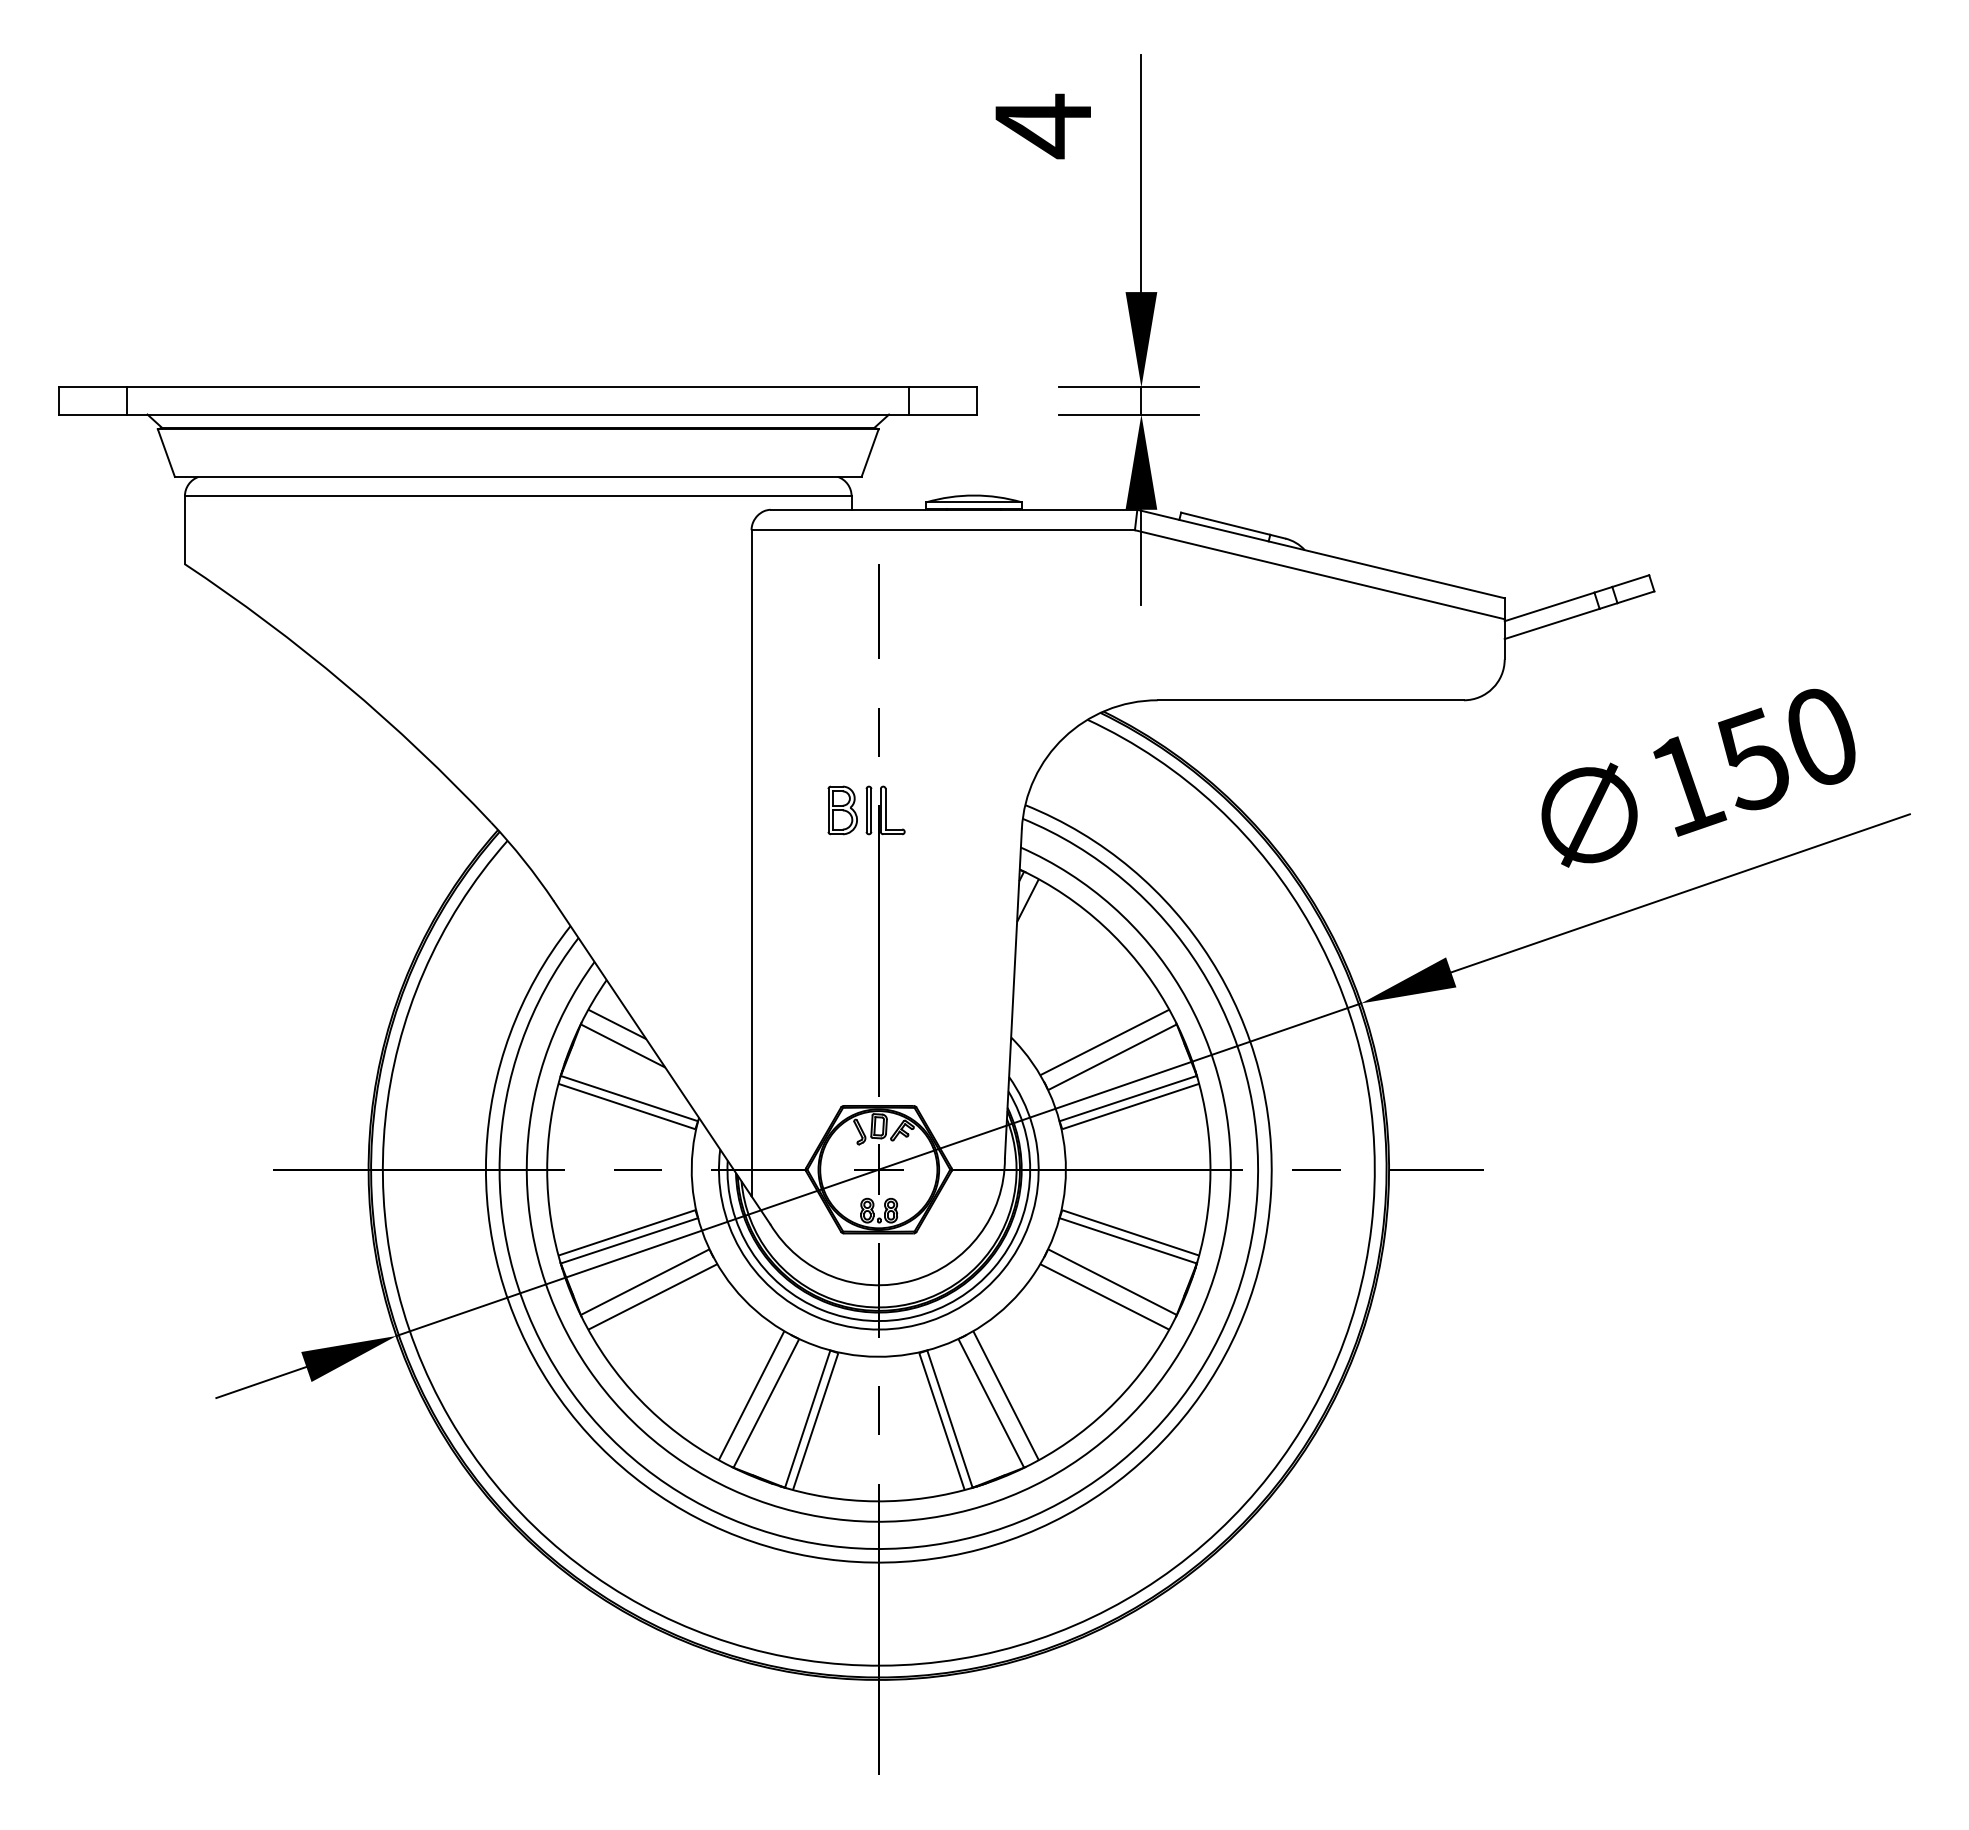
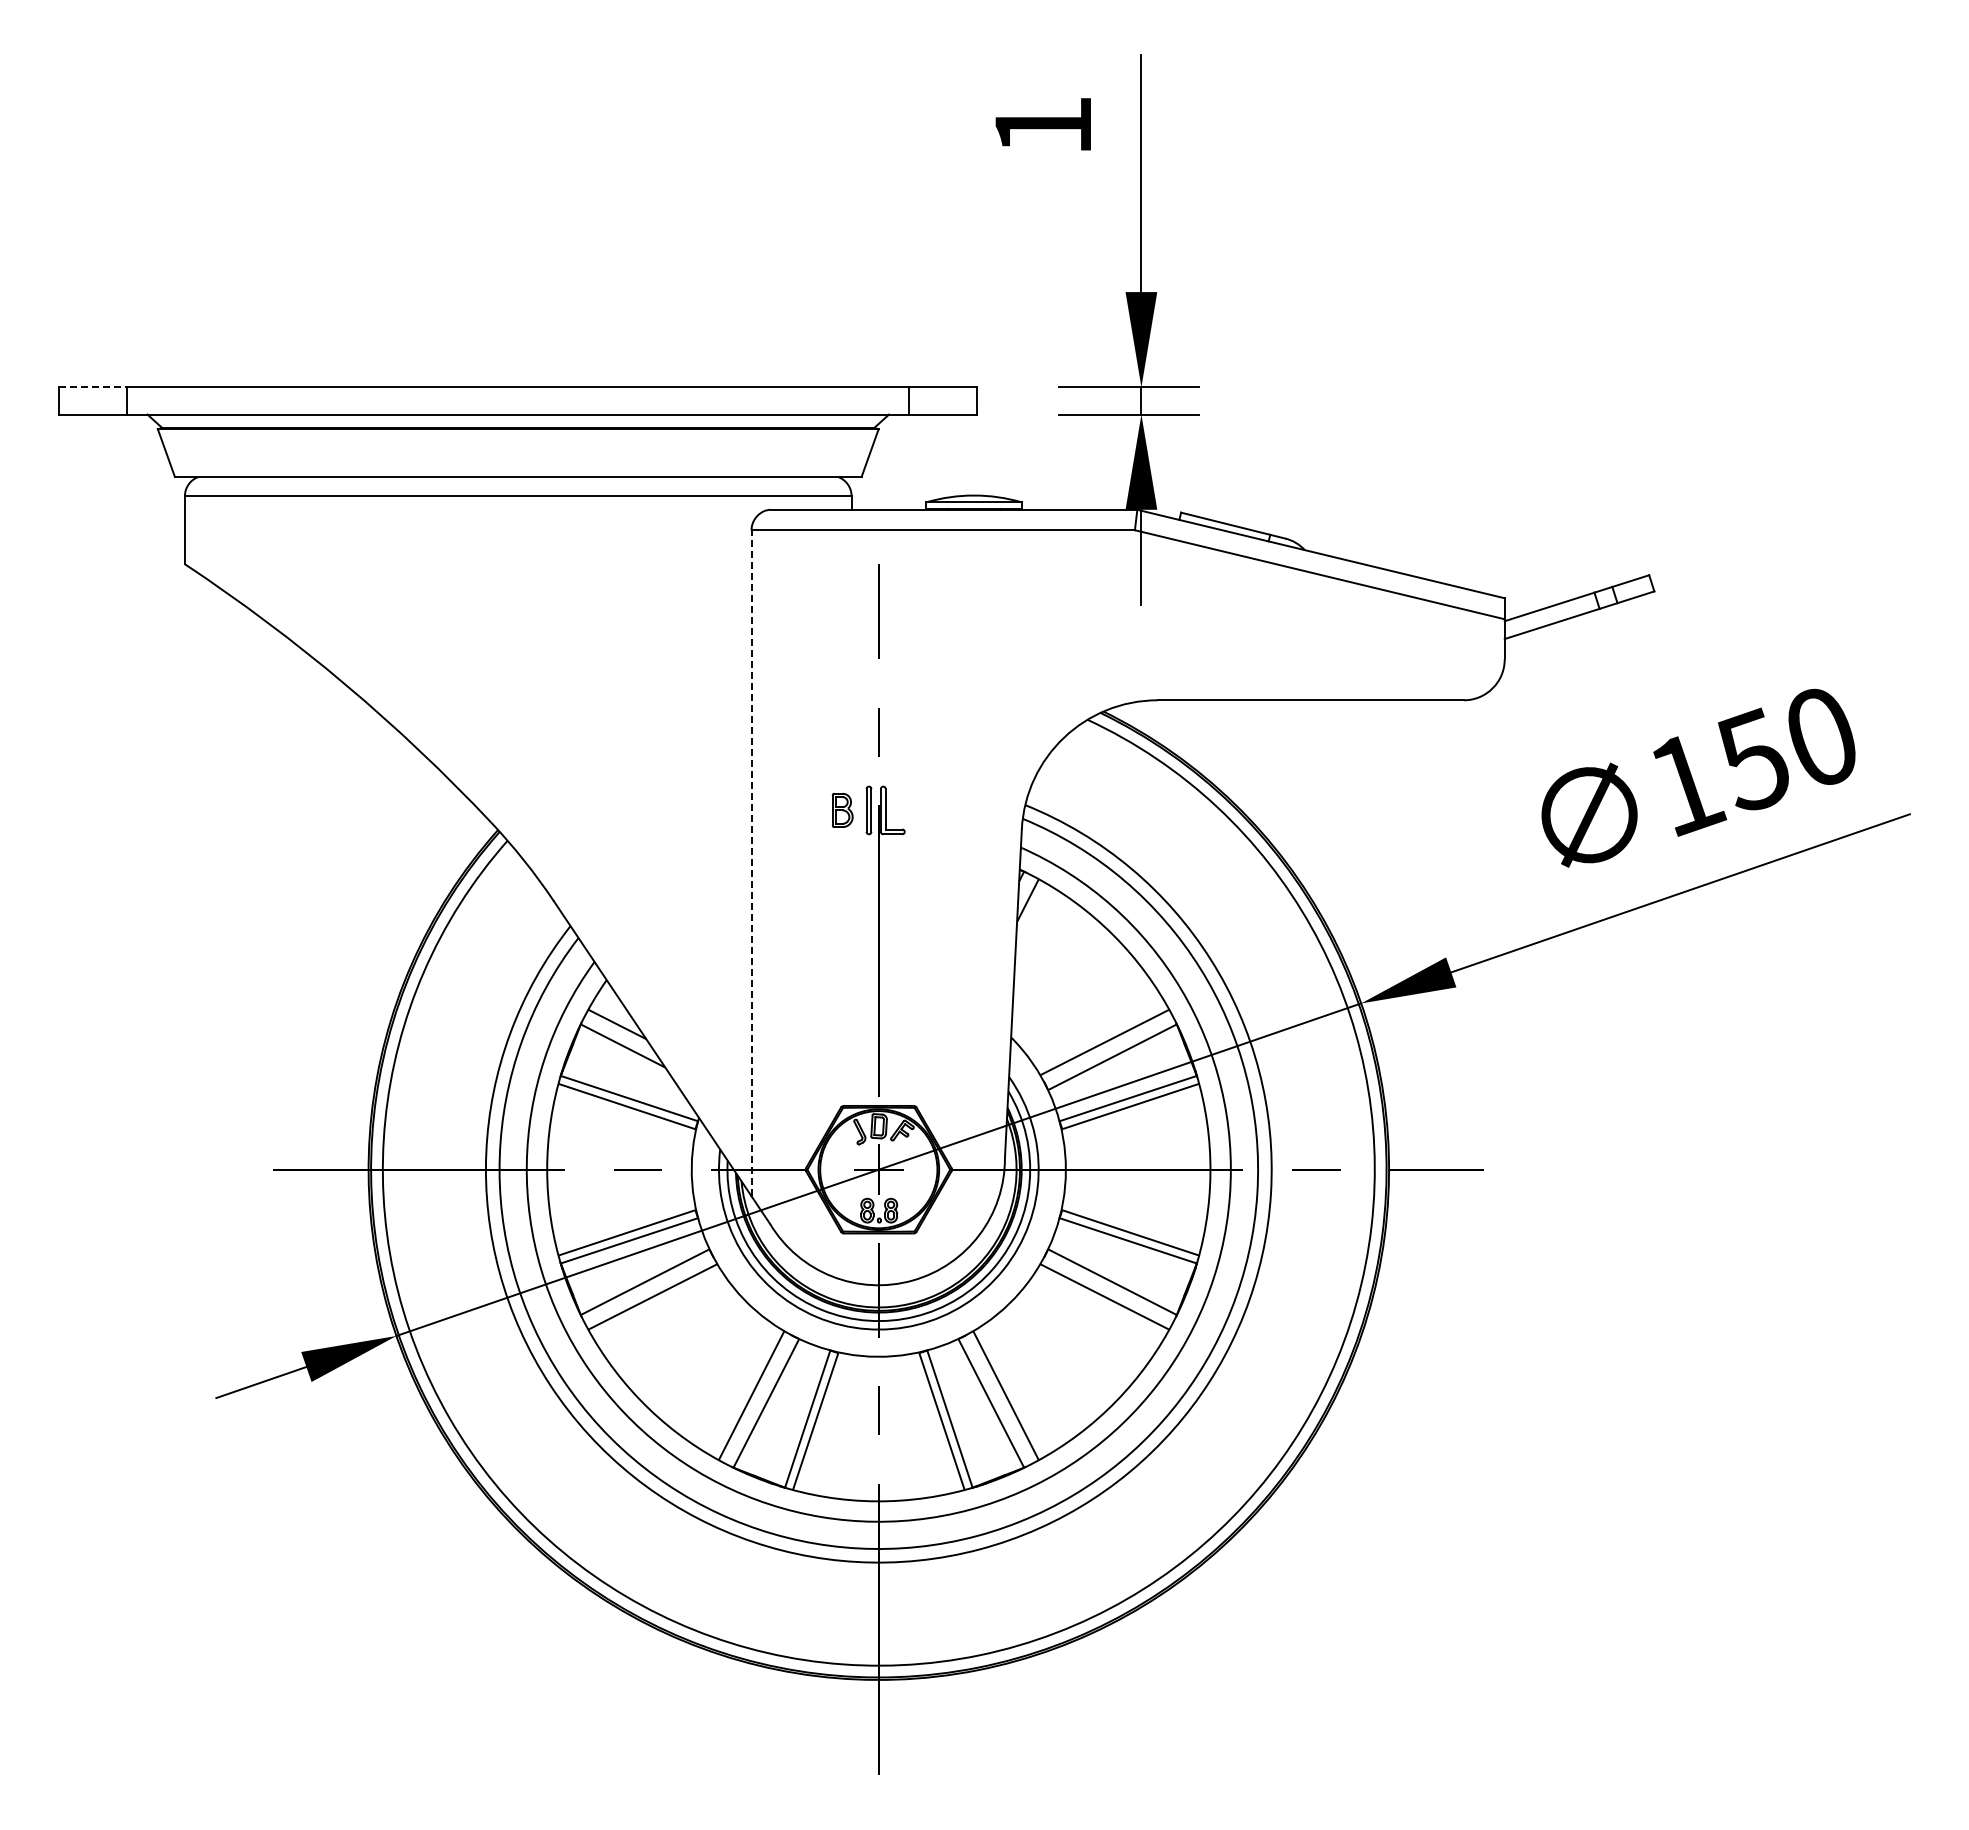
text at (1042, 126): 4 -> 1
line at (93, 387): solid -> dashed
part at (842, 810) size: 31x51 px -> 22x36 px
line at (751, 862): solid -> dashed
